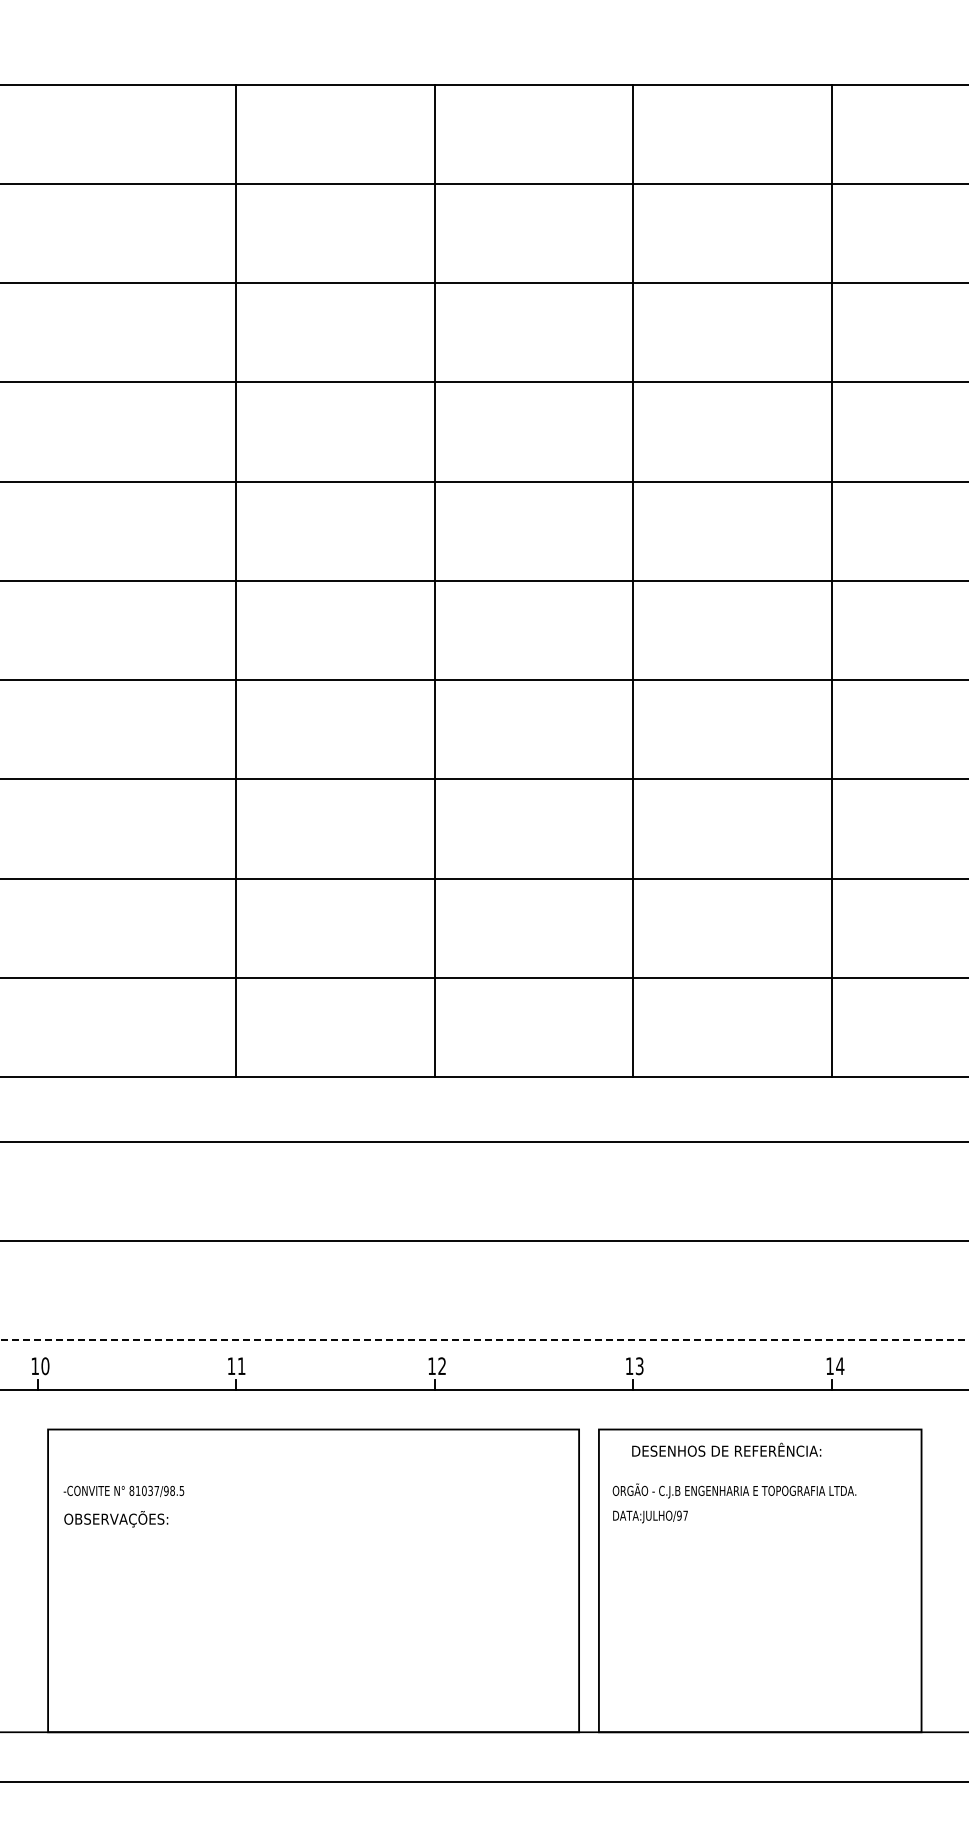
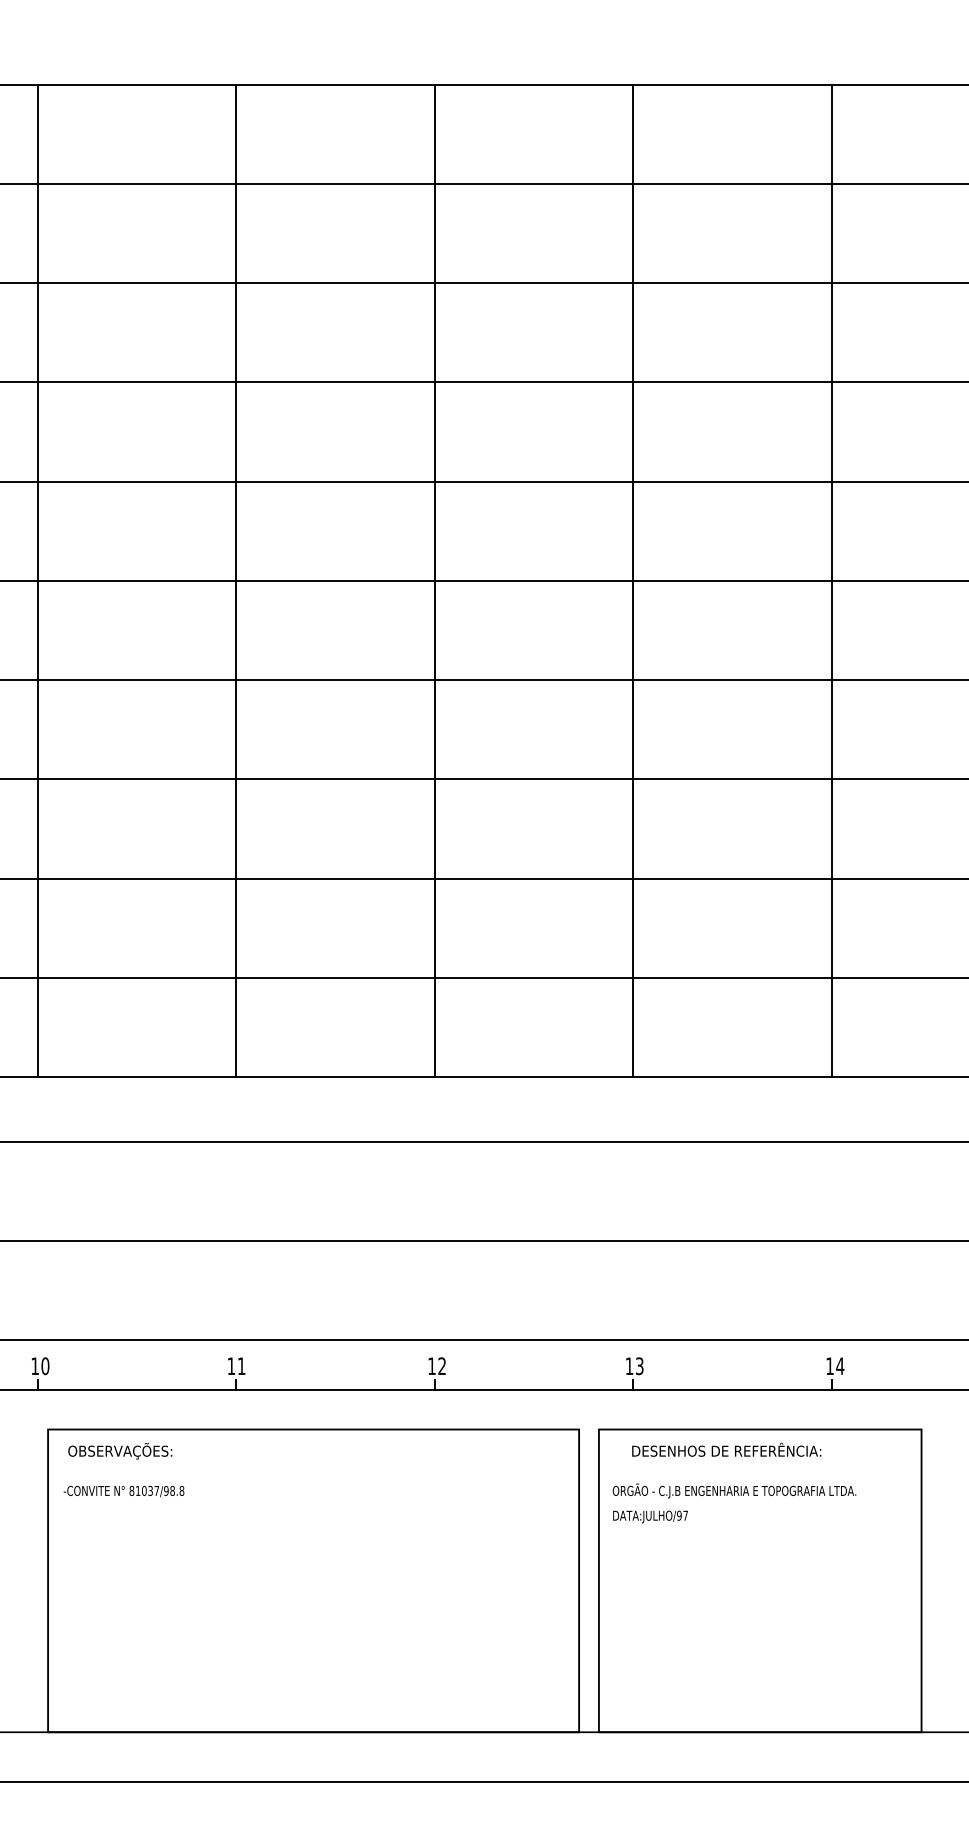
line at (37, 580): none -> present
line at (484, 1340): dashed -> solid
text at (181, 1490): 81037/98.5 -> 81037/98.8
text at (116, 1519) position: (116, 1519) -> (120, 1451)
